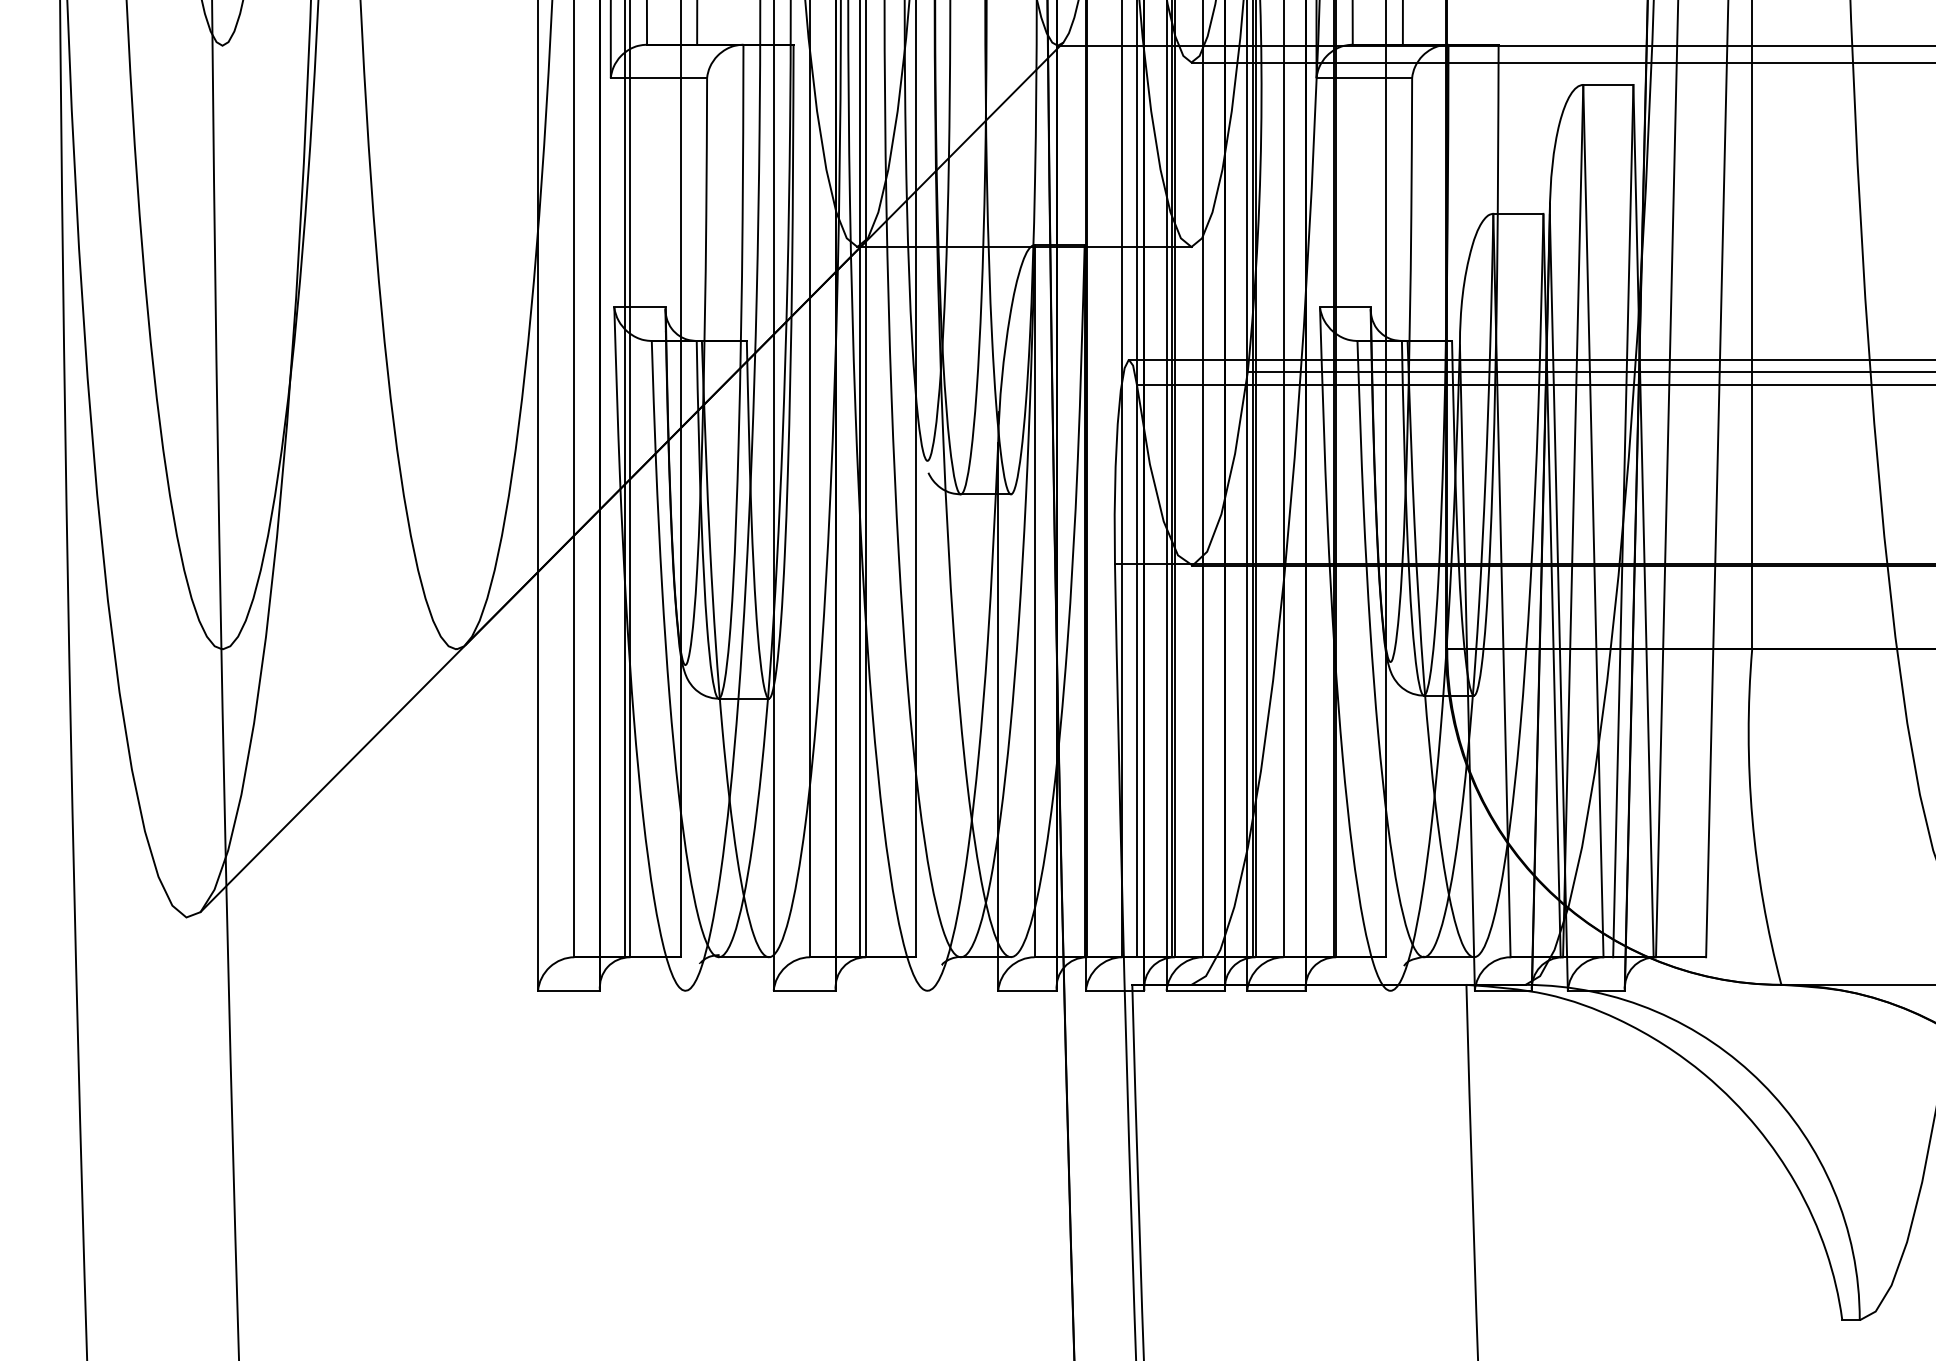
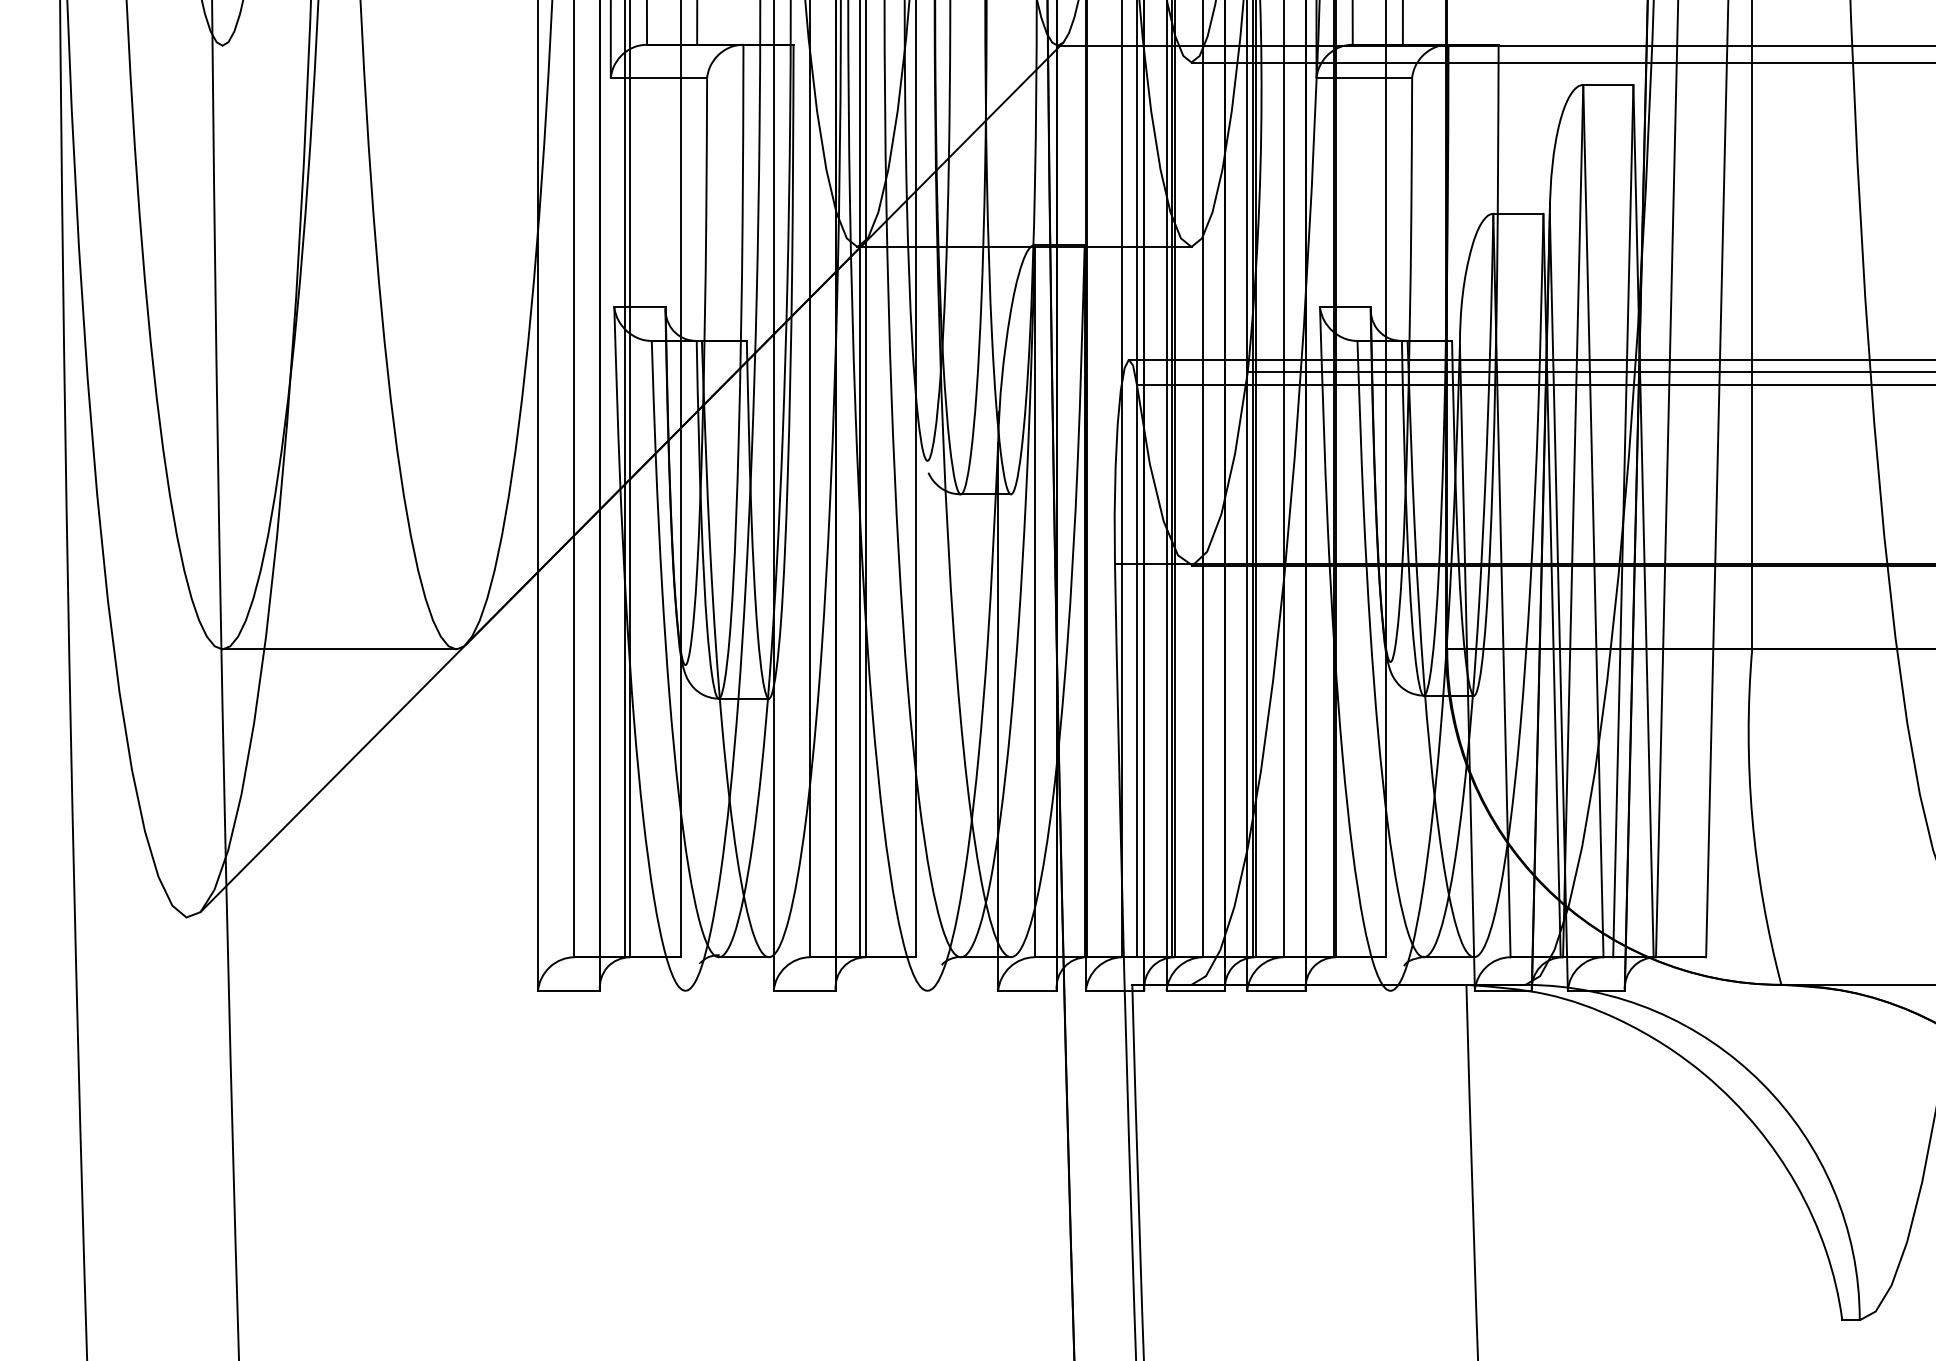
line at (339, 649): none -> present
